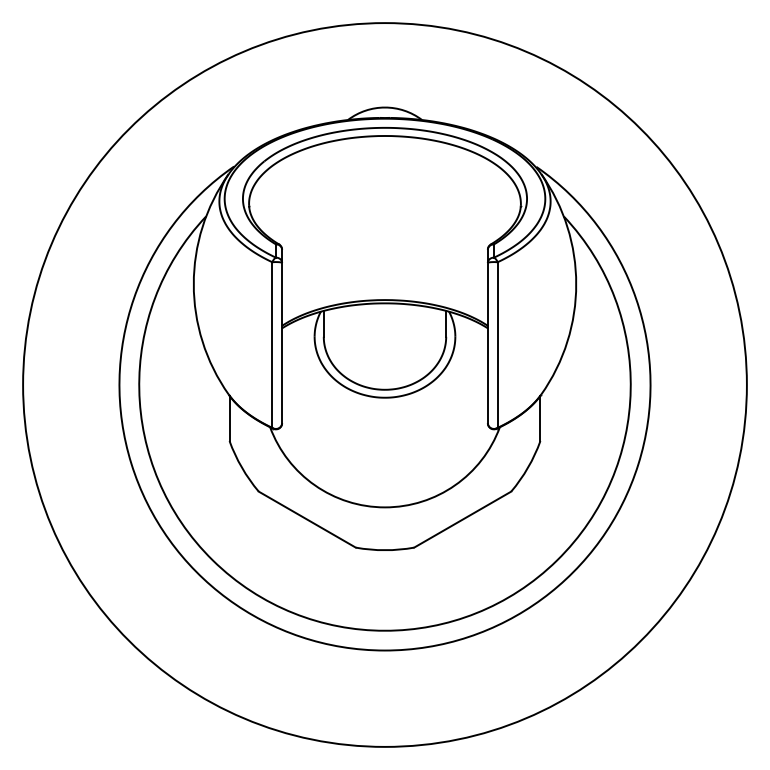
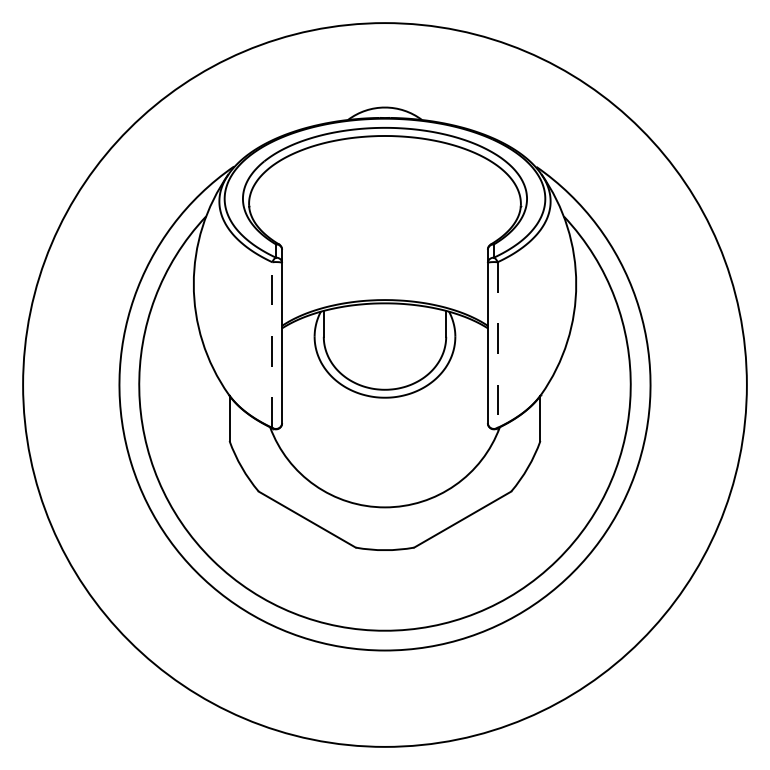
line at (272, 345): solid -> dashed
line at (497, 345): solid -> dashed
